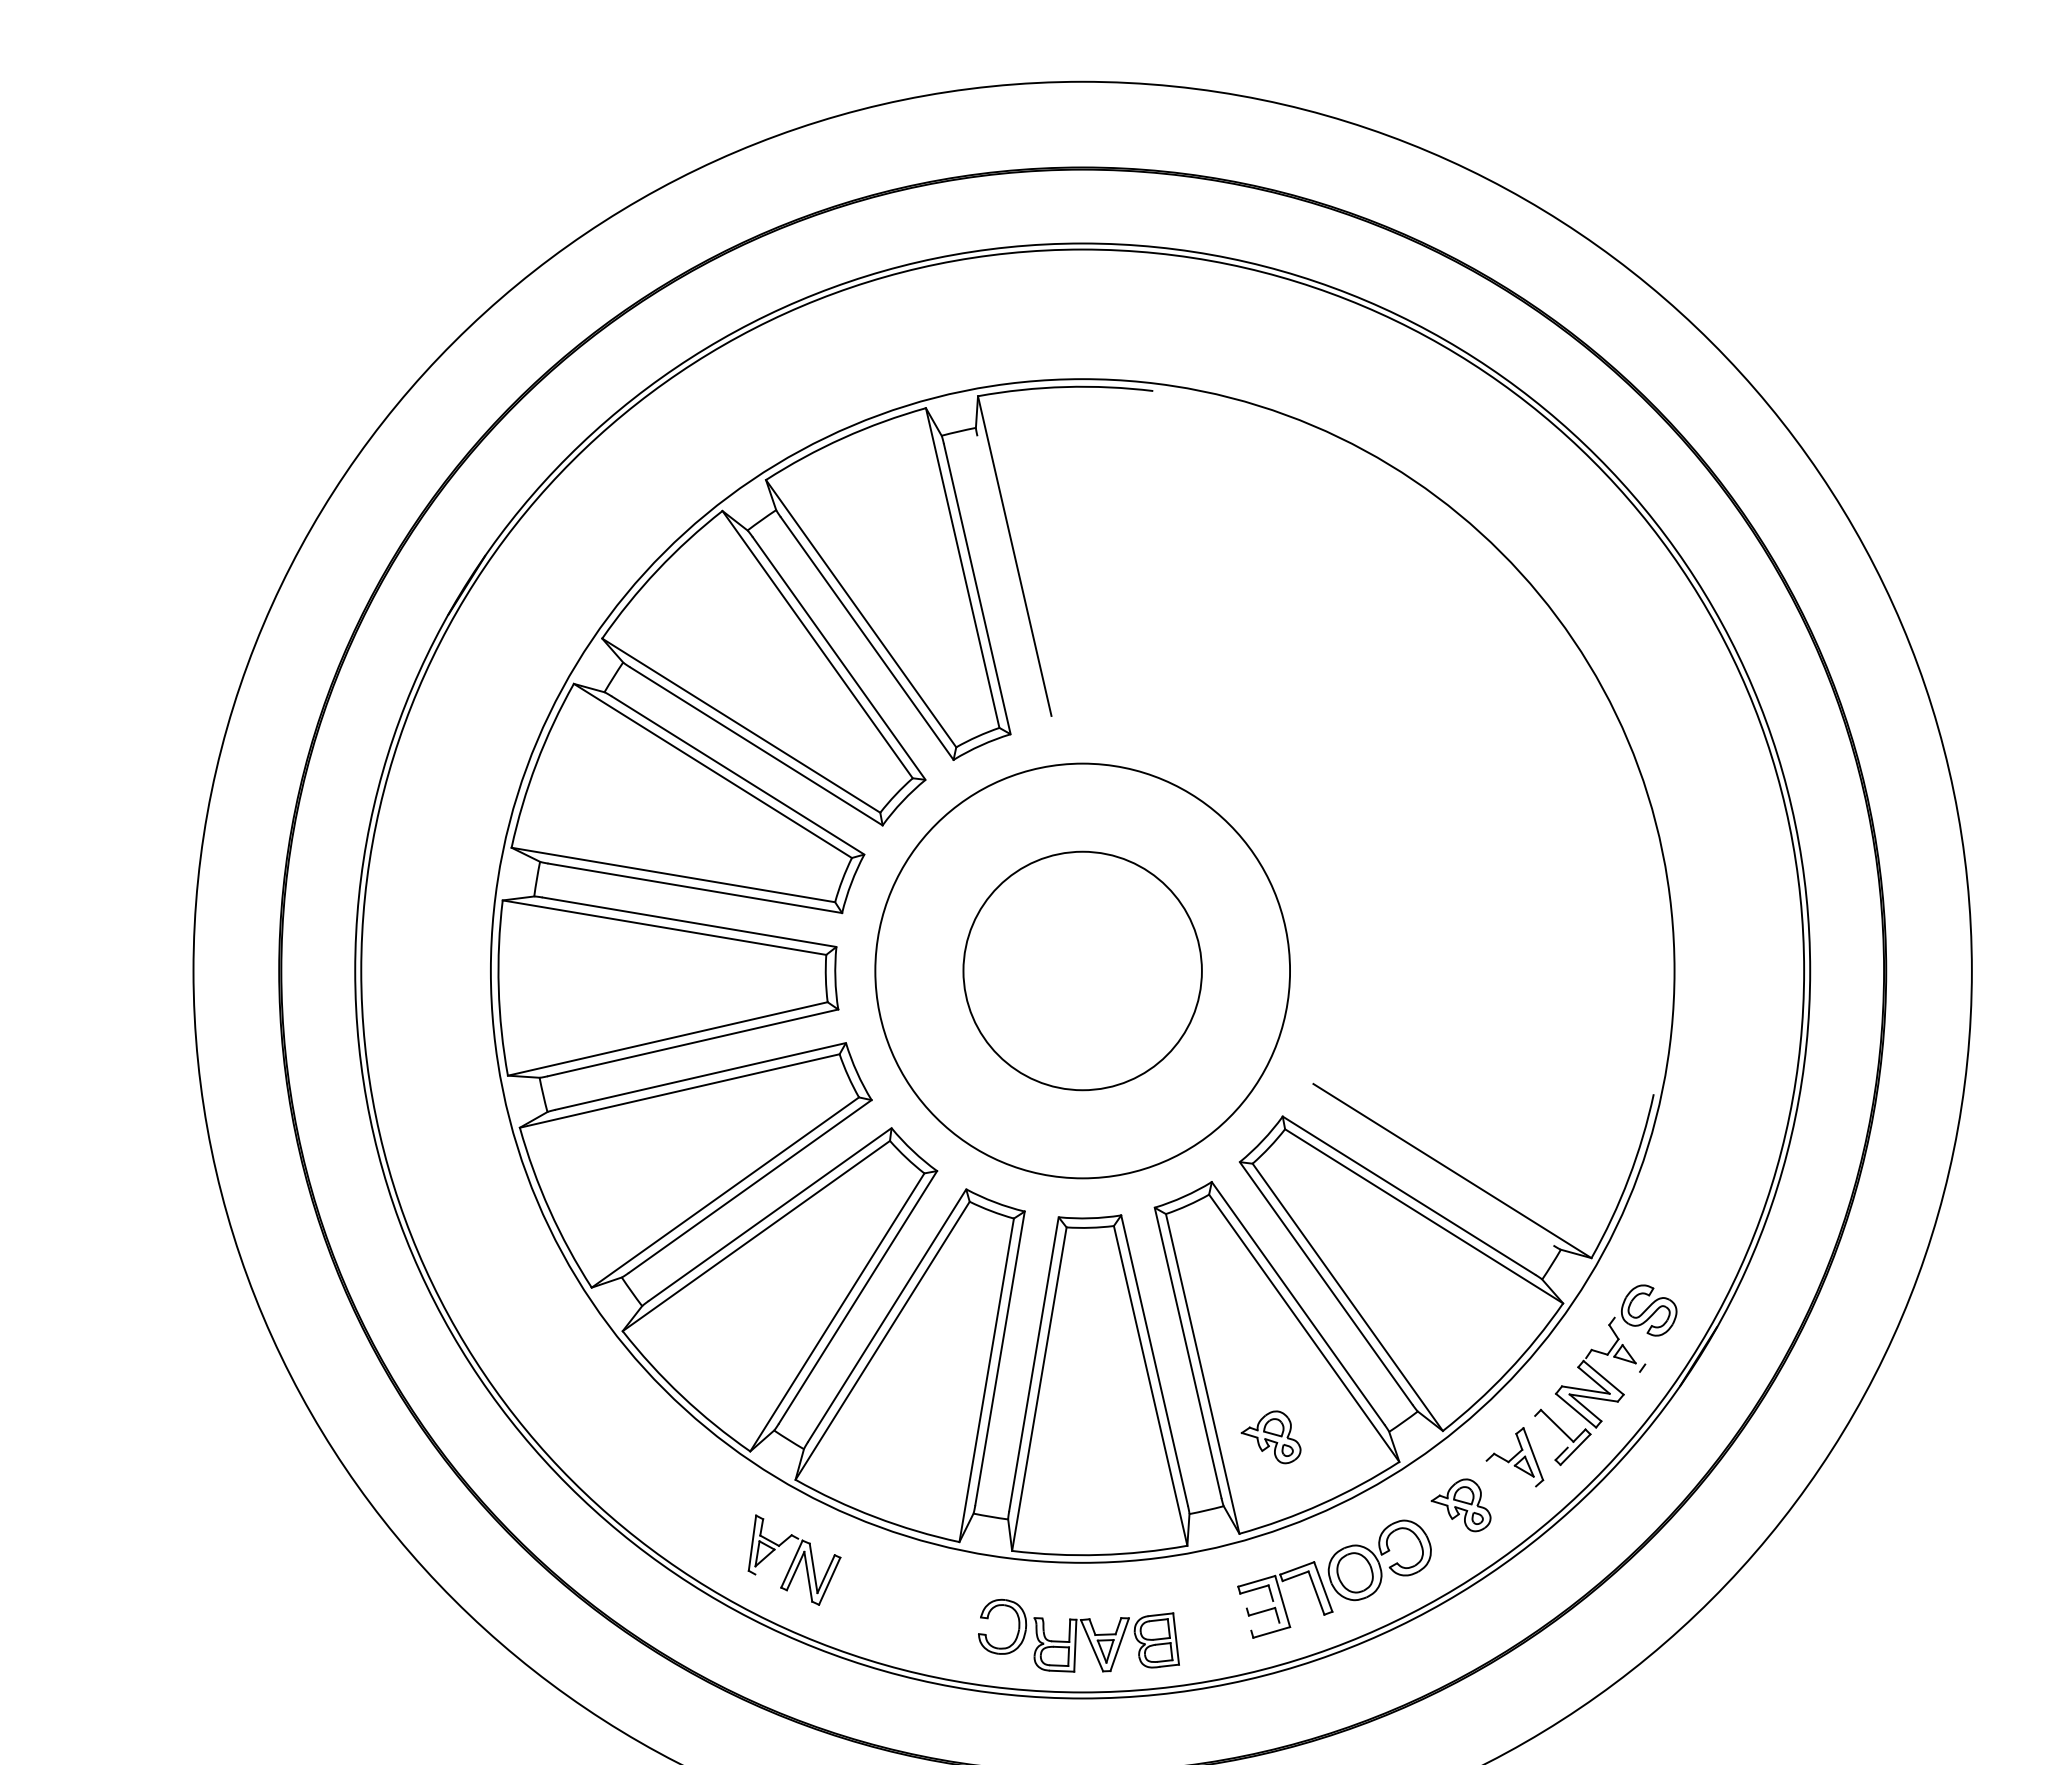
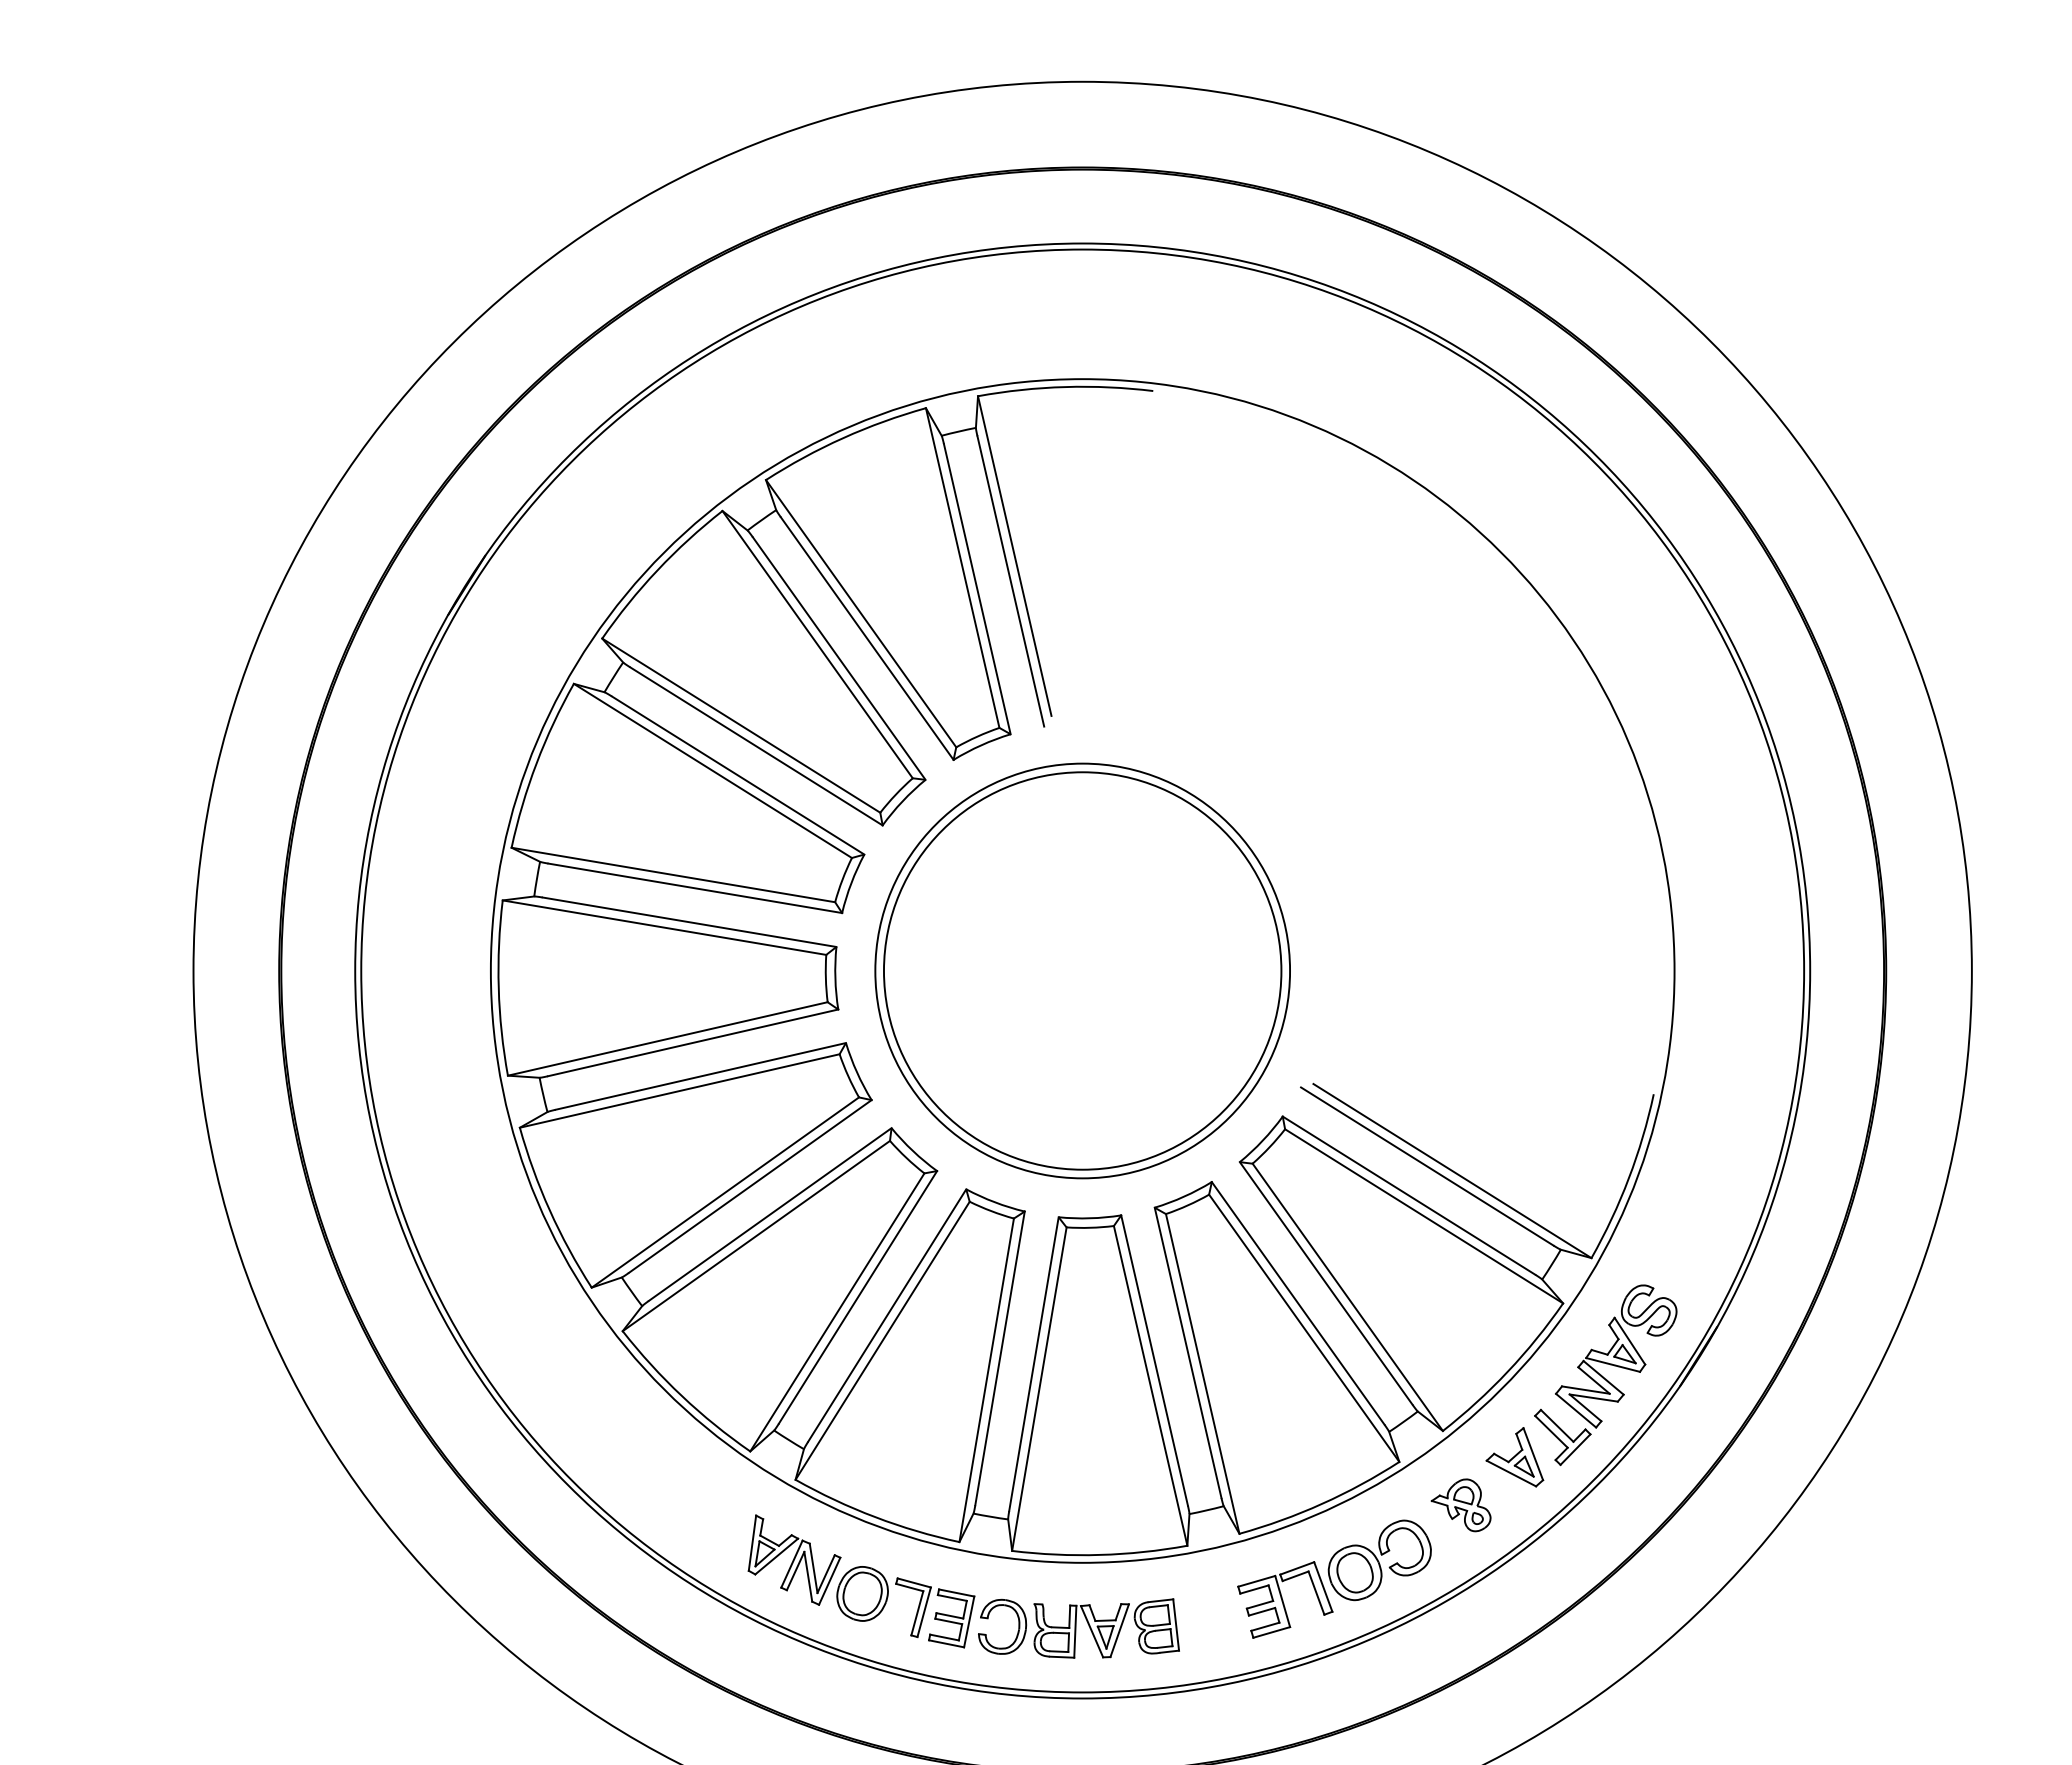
line at (1010, 581): none -> present
circle at (1082, 970) diameter: 238 px -> 397 px
line at (1427, 1166): none -> present
line at (1629, 1340): none -> present
line at (1613, 1364): none -> present
line at (1551, 1431): none -> present
part at (1270, 1437): present -> none
line at (1511, 1473): none -> present
line at (776, 1556): none -> present
line at (1259, 1604): none -> present
part at (916, 1611): none -> present
line at (1265, 1626): none -> present
part at (1106, 1642) position: (1106, 1642) -> (1106, 1628)
